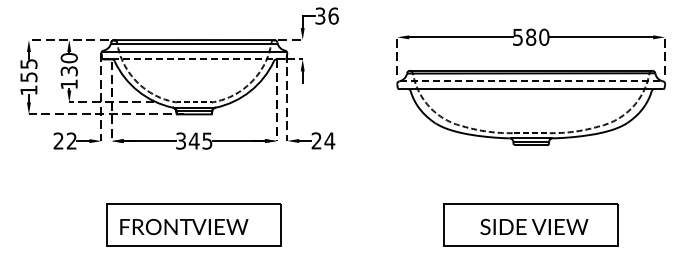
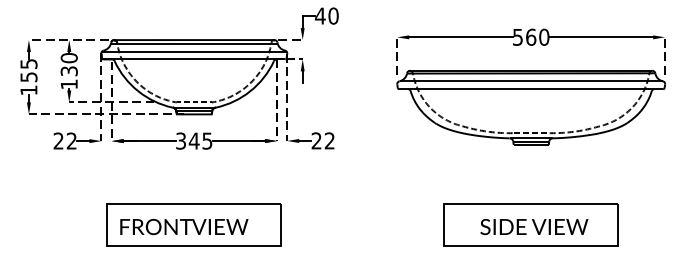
text at (326, 15): 36 -> 40
text at (531, 36): 580 -> 560
line at (199, 59): dashed -> solid
line at (531, 81): dashed -> solid
text at (329, 140): 24 -> 22
